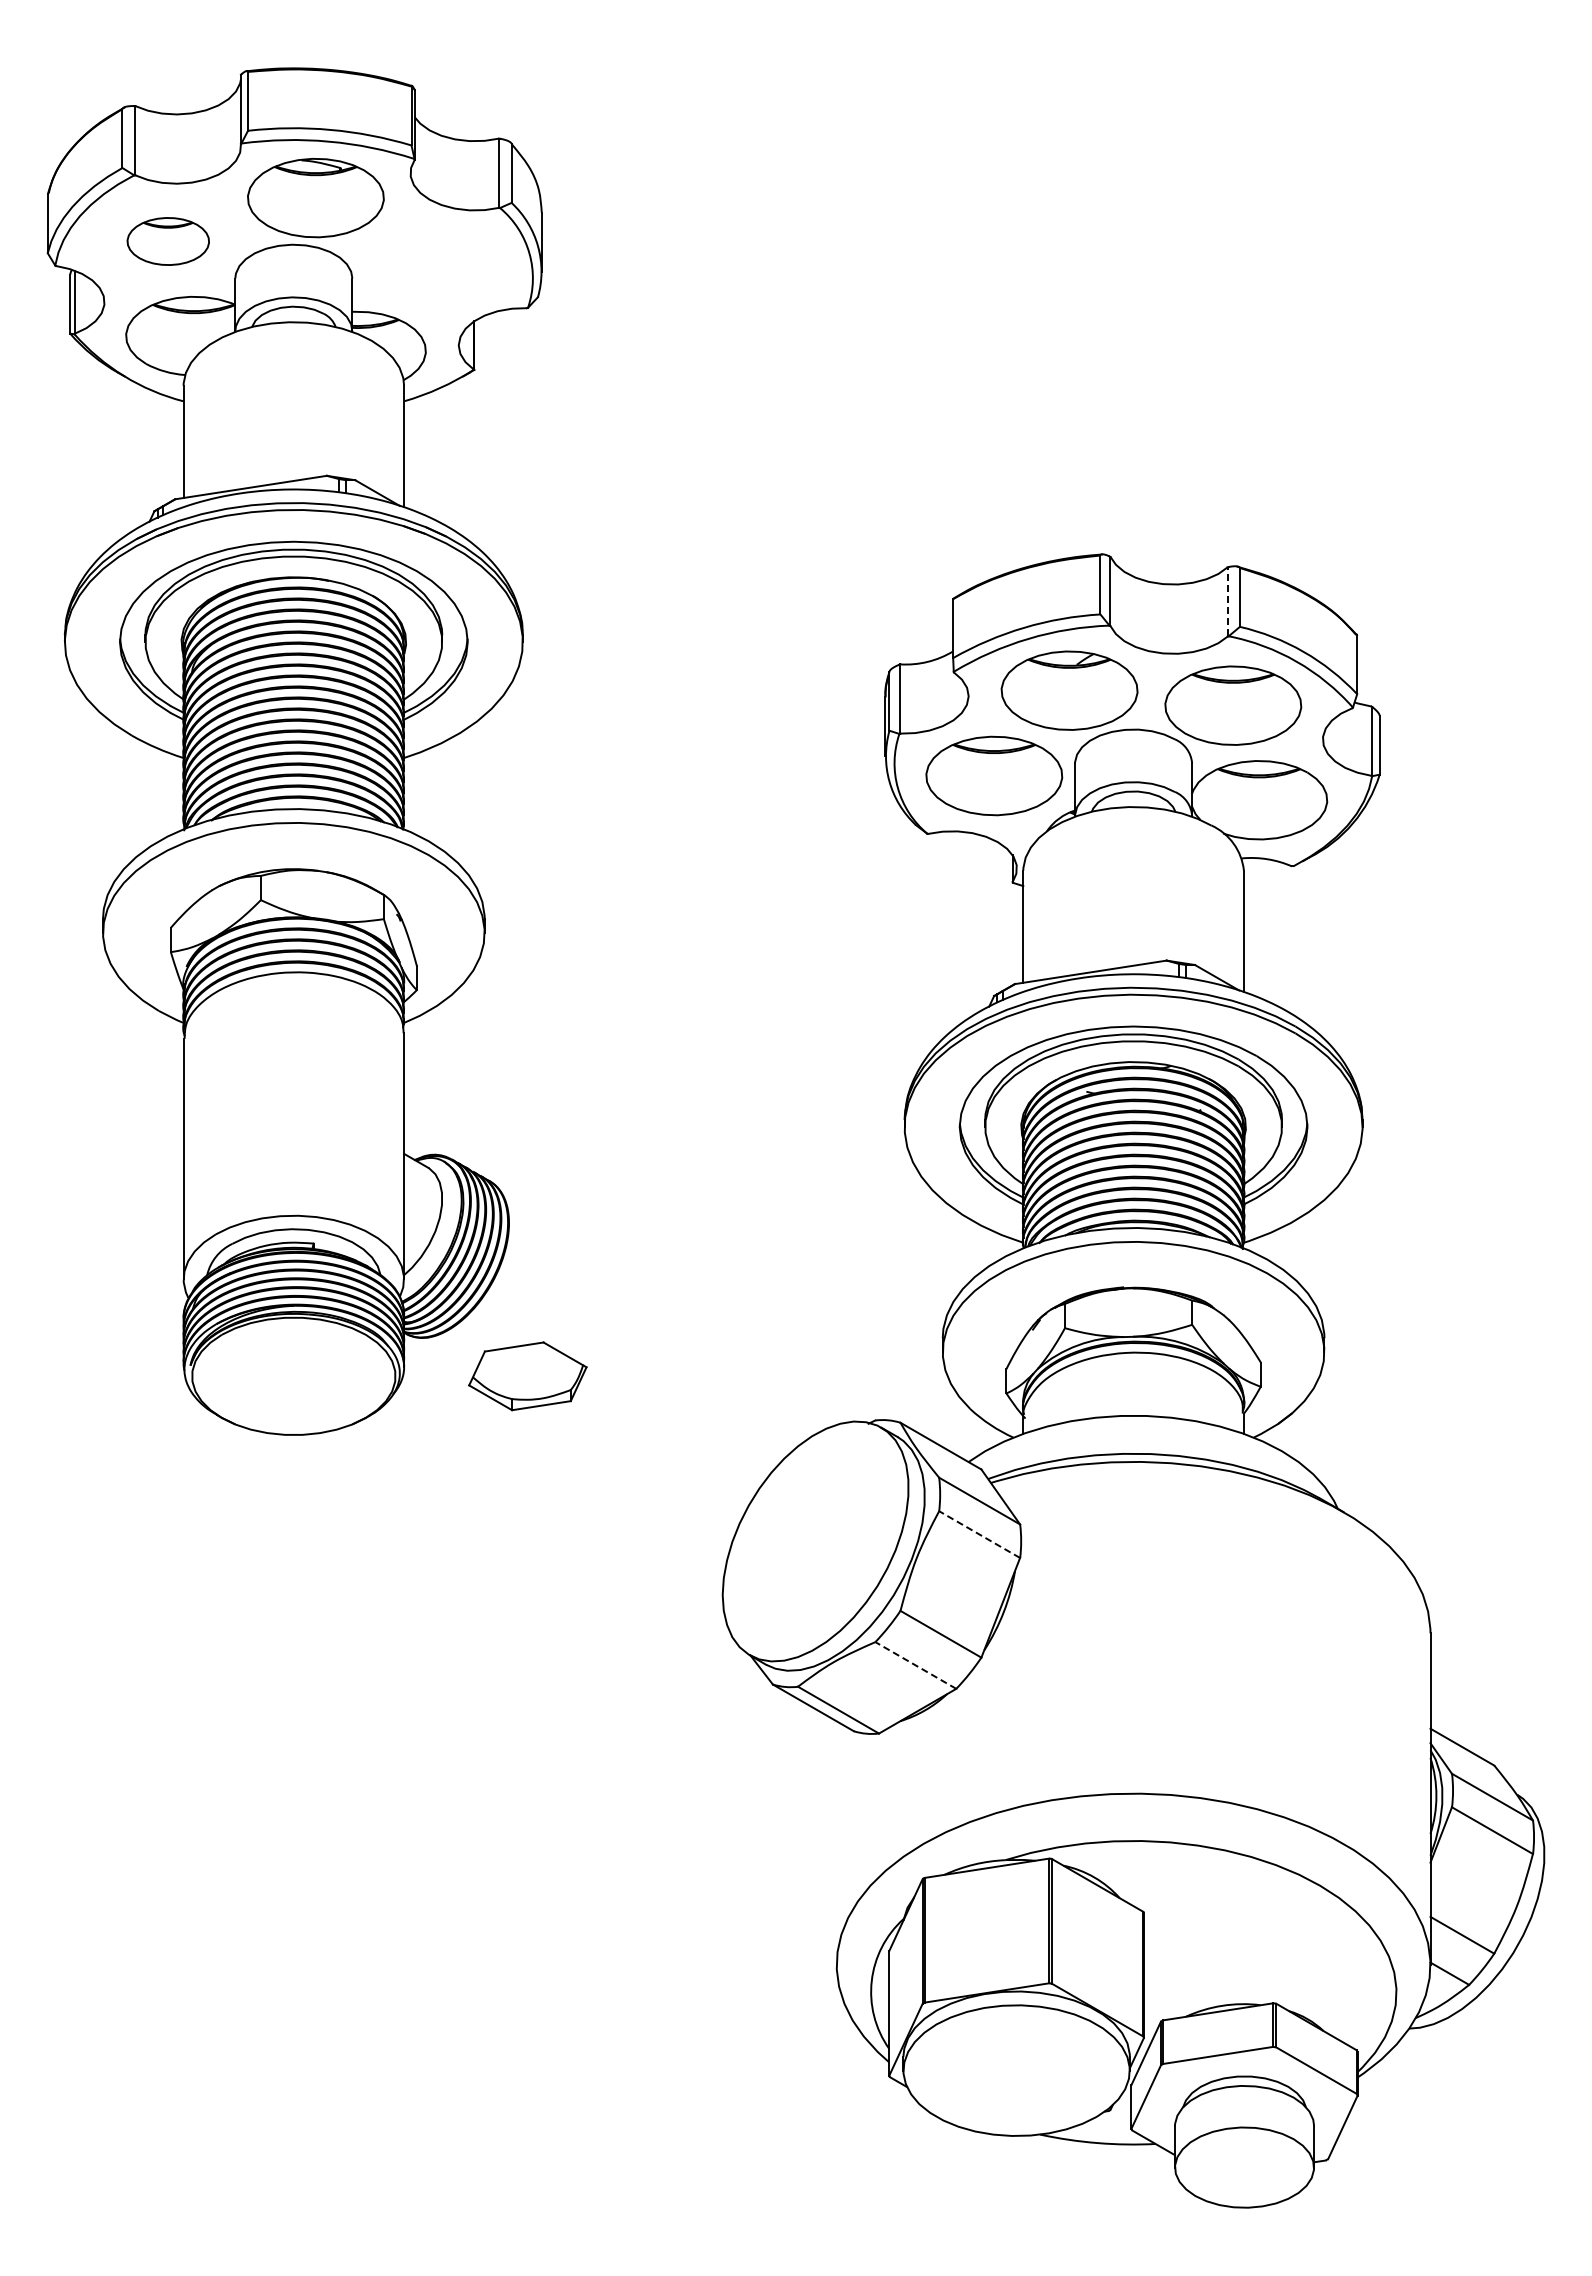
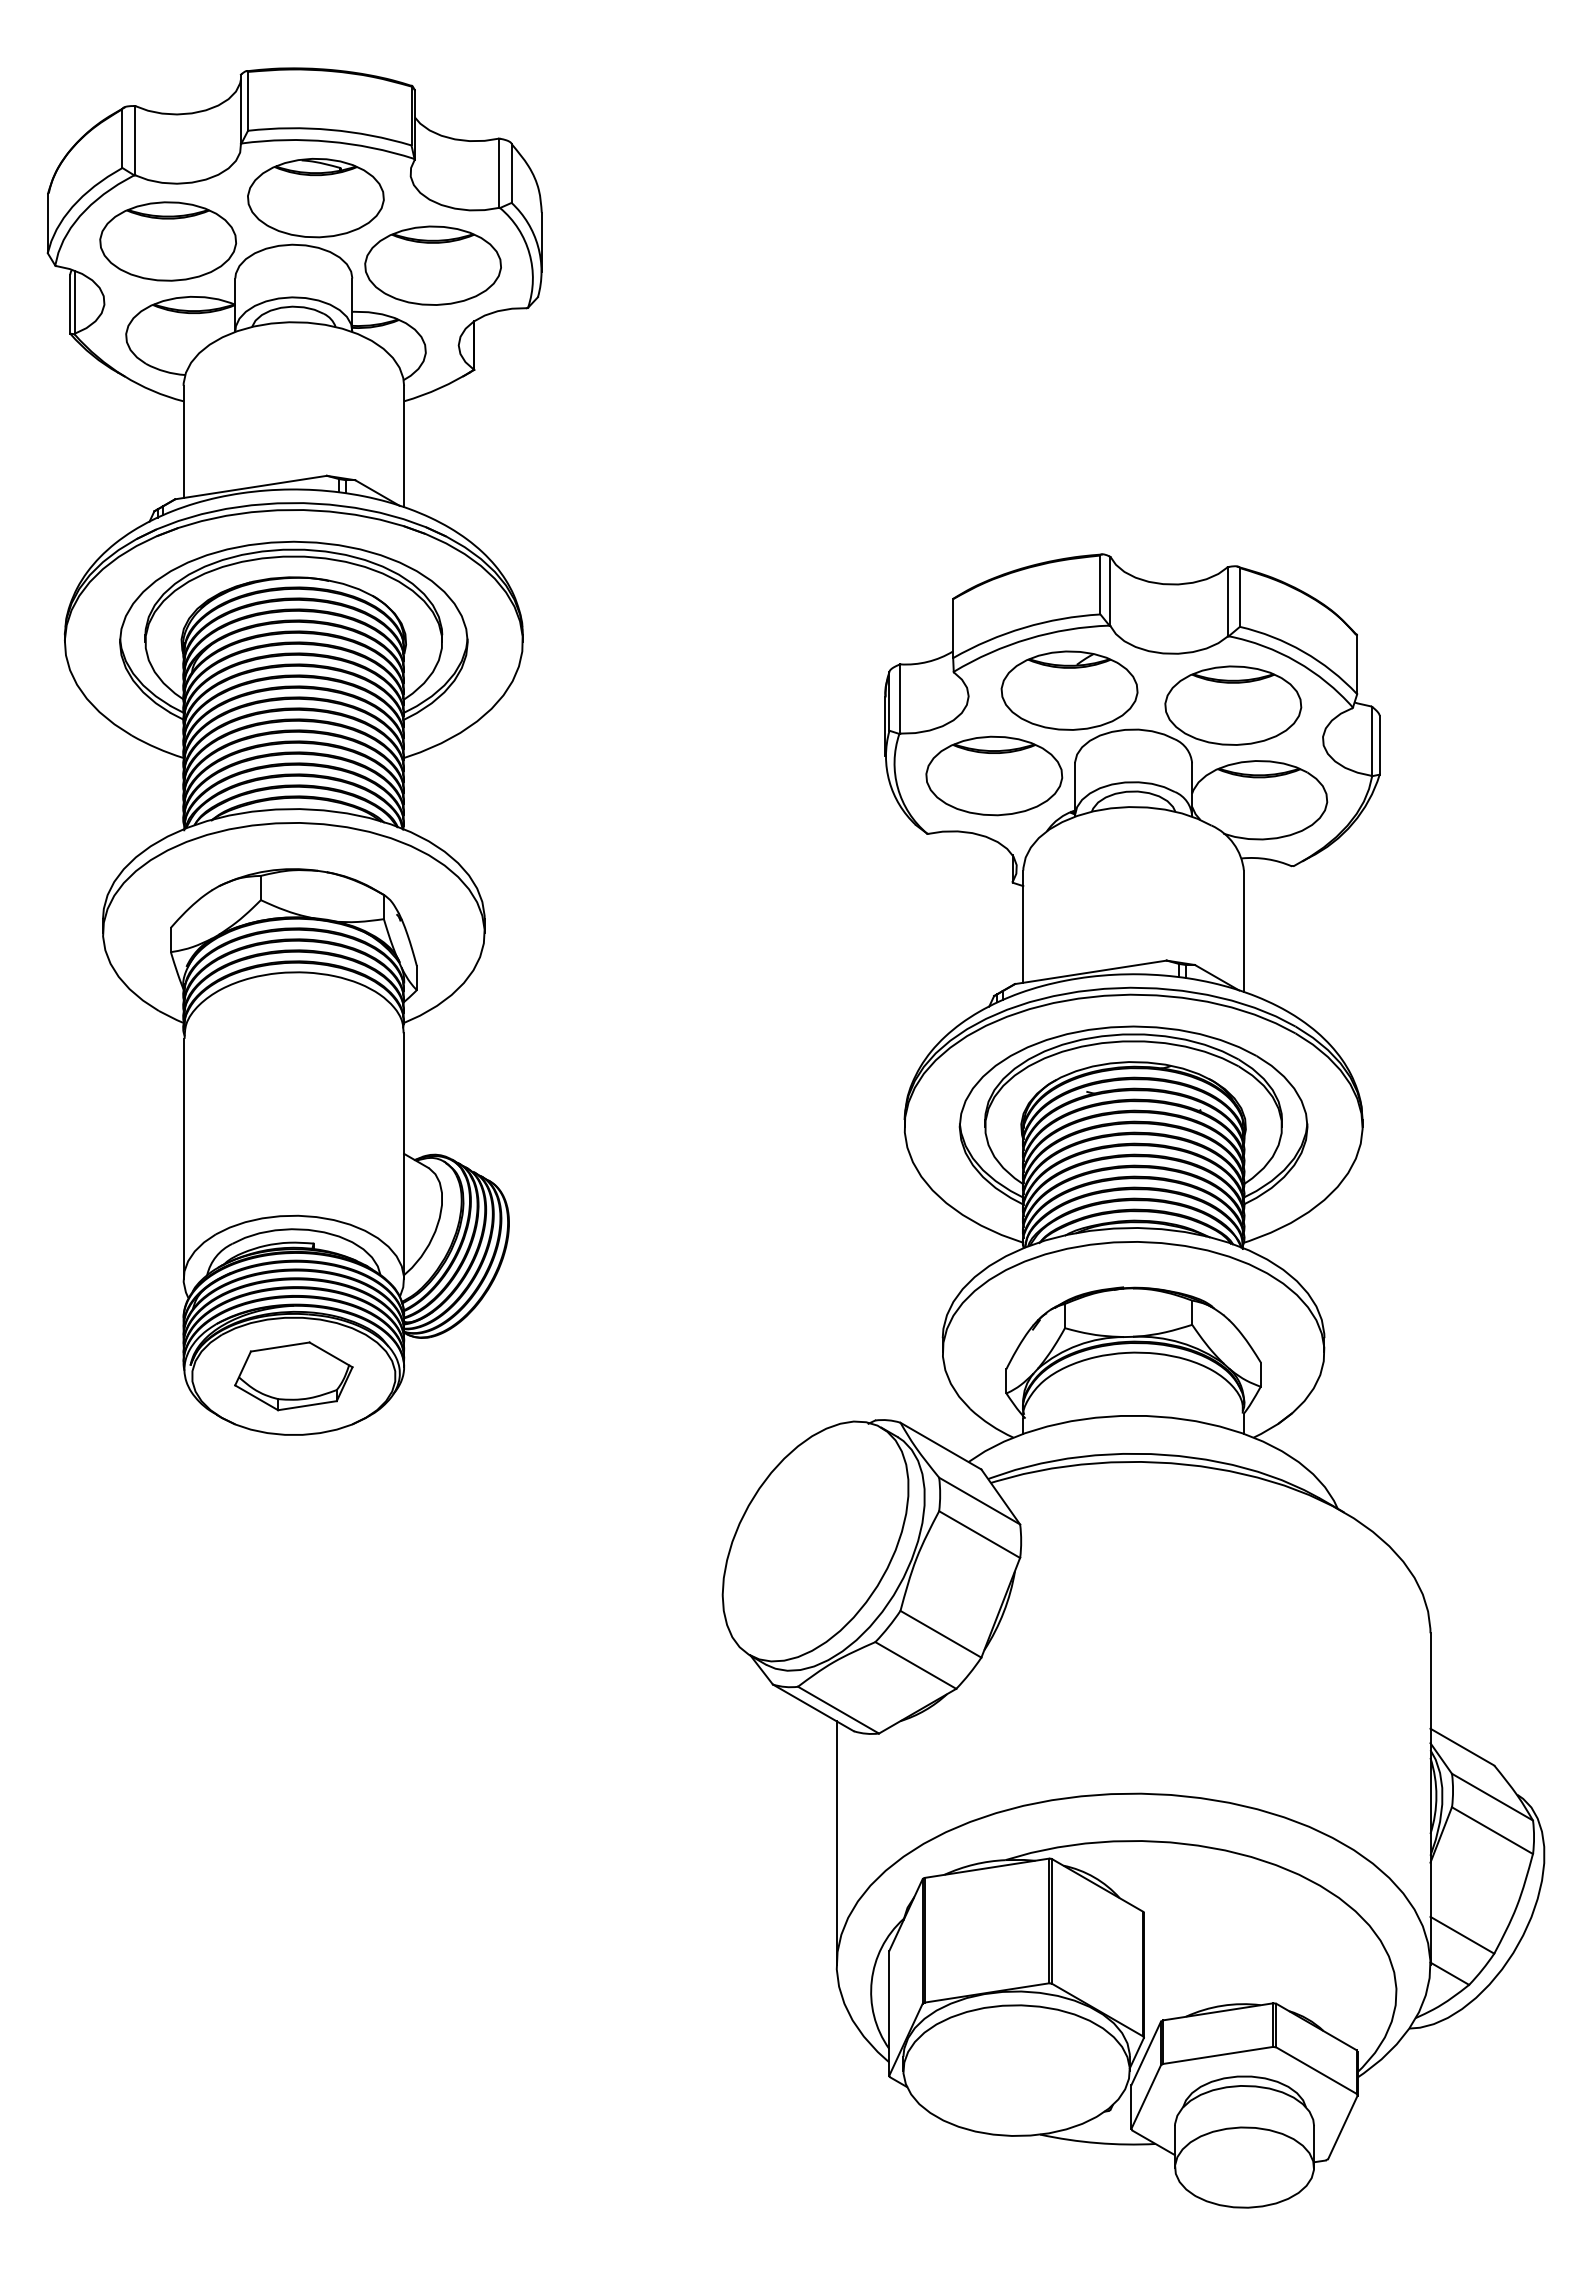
part at (167, 241) size: 84x49 px -> 139x81 px
part at (432, 265): none -> present
line at (1227, 601): dashed -> solid
part at (527, 1376) position: (527, 1376) -> (293, 1376)
line at (979, 1534): dashed -> solid
line at (915, 1665): dashed -> solid
line at (836, 1843): none -> present
